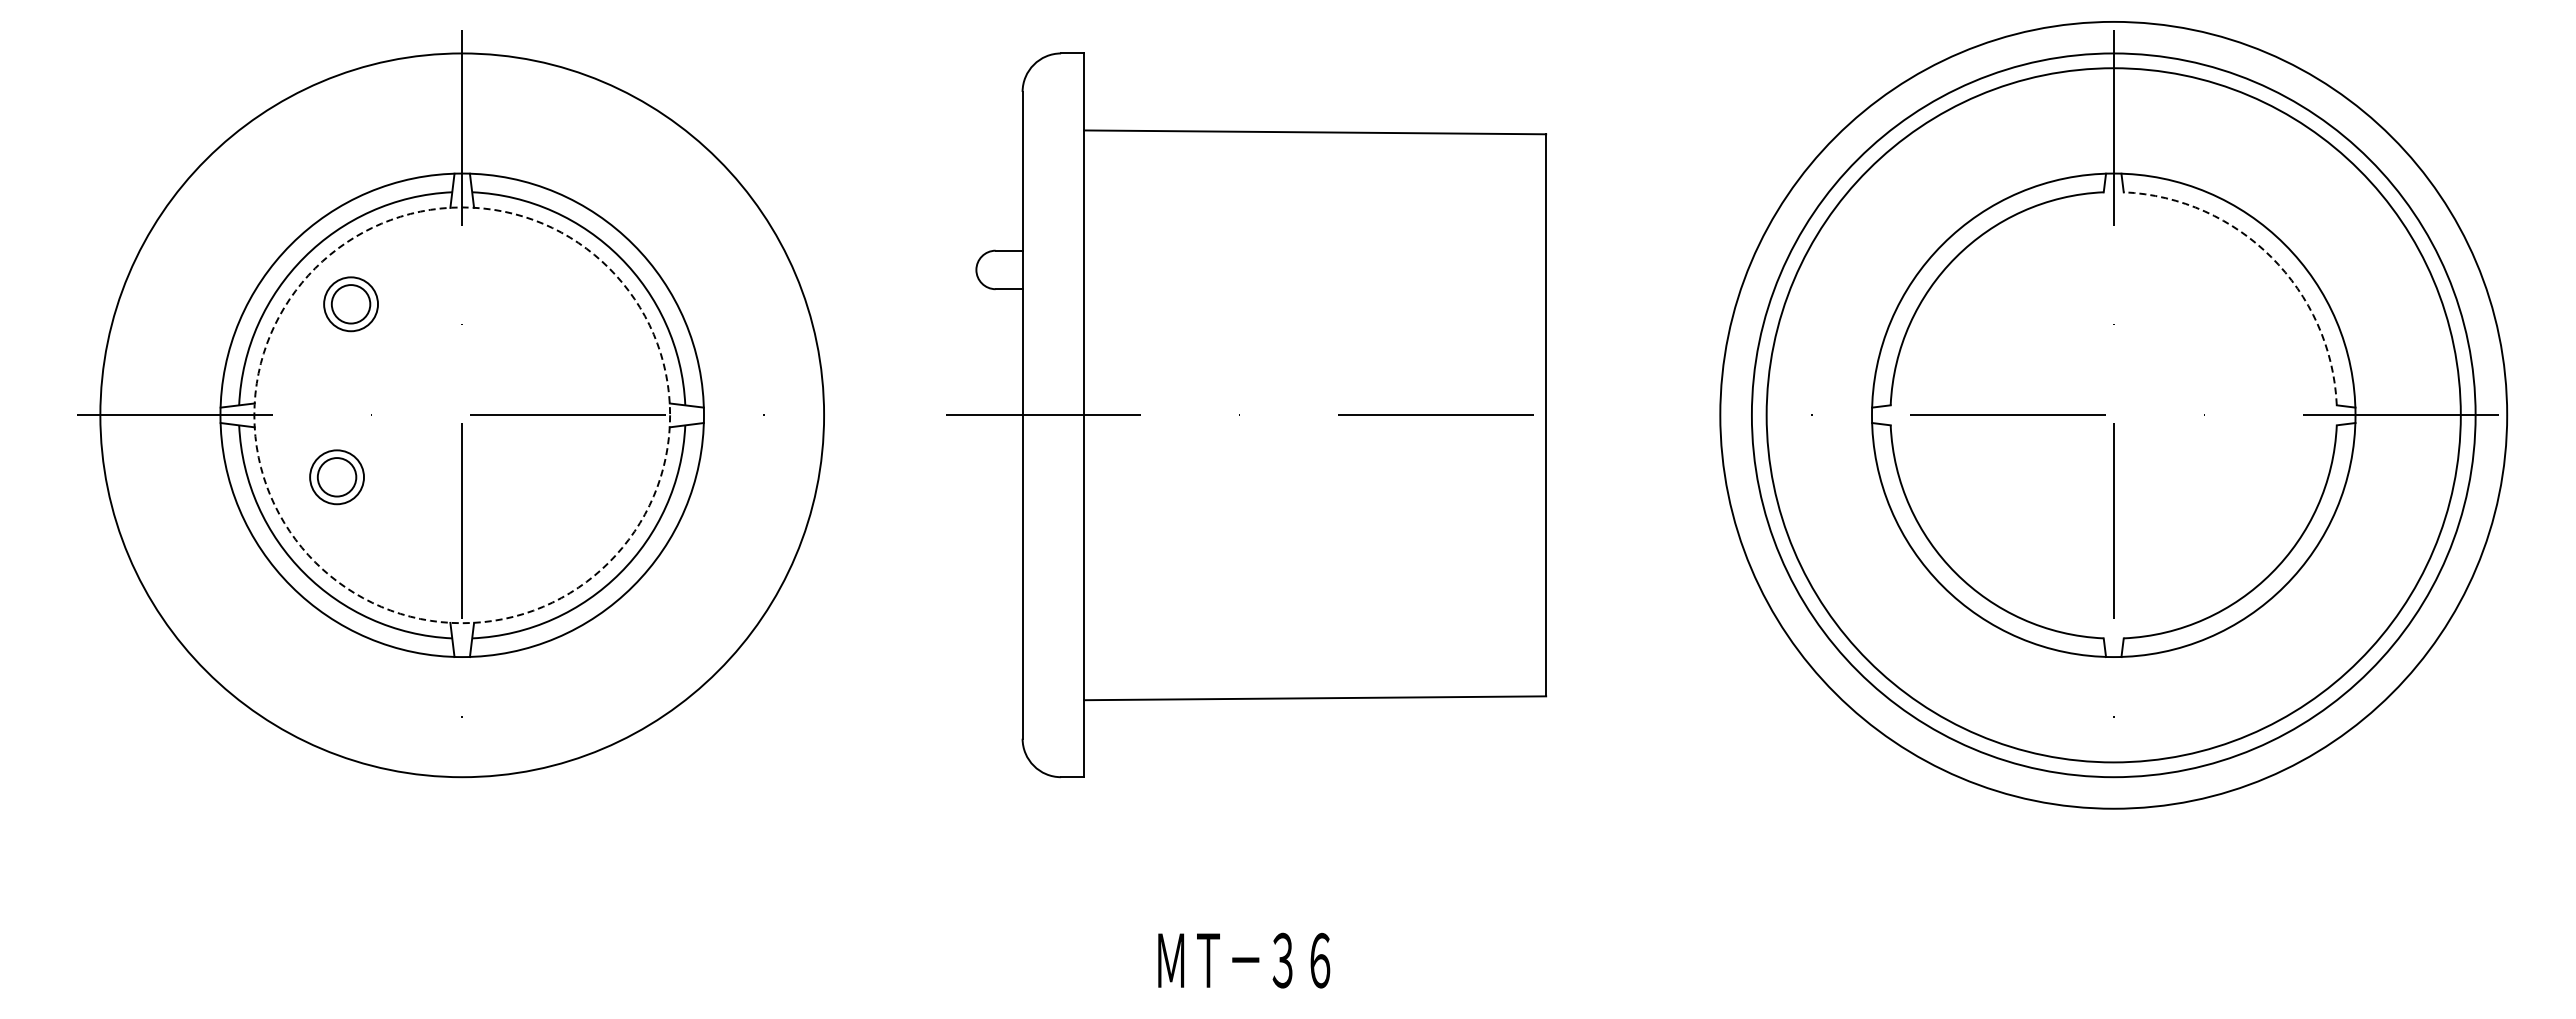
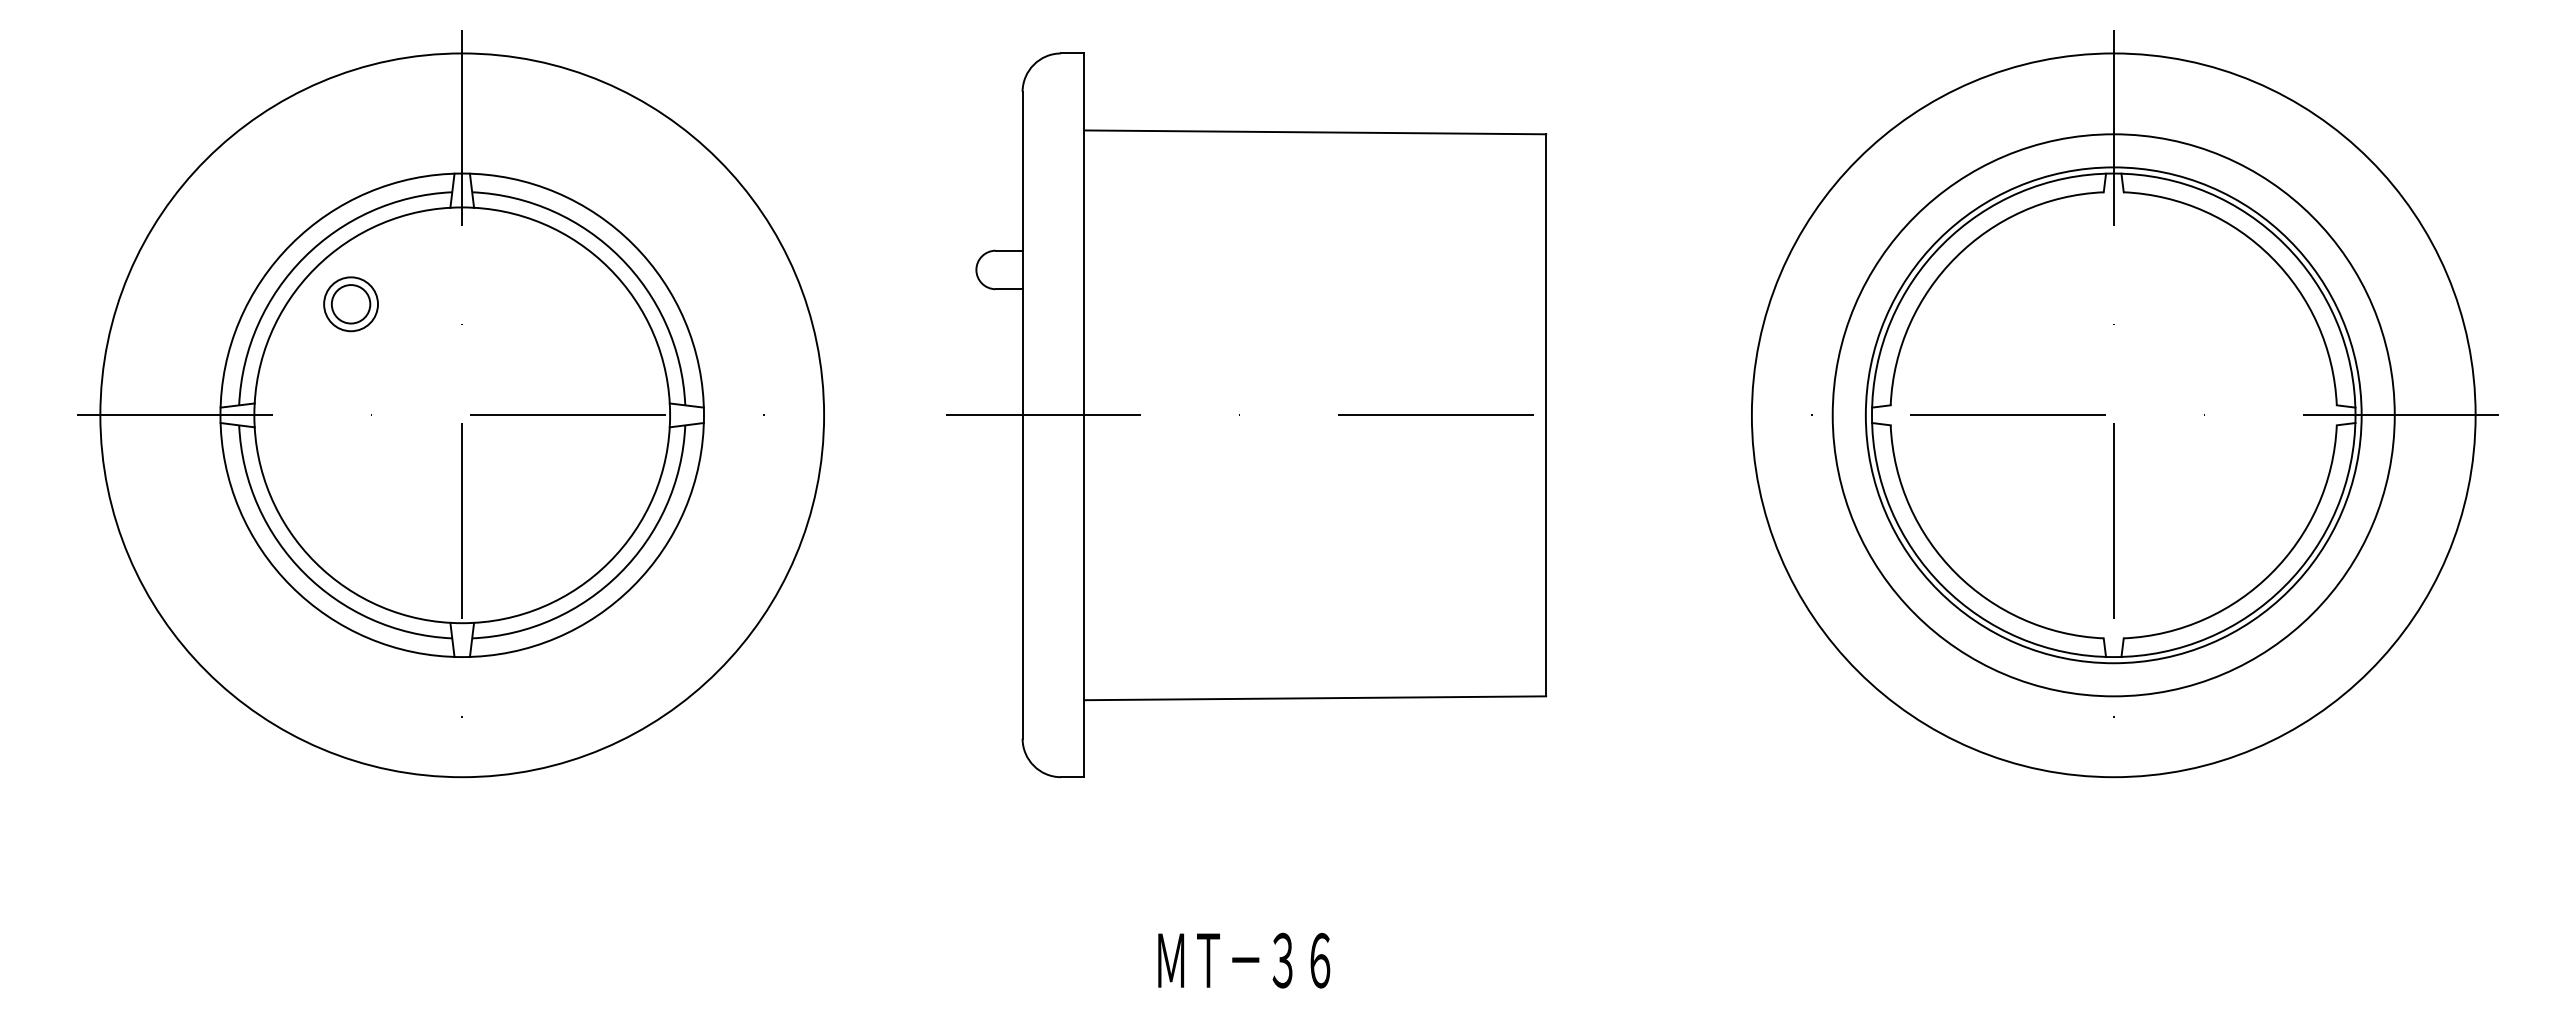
arc at (2271, 257): dashed -> solid
circle at (2113, 414) diameter: 787 px -> 562 px
circle at (462, 415): dashed -> solid
circle at (2113, 415) diameter: 694 px -> 496 px
part at (336, 477): present -> none
